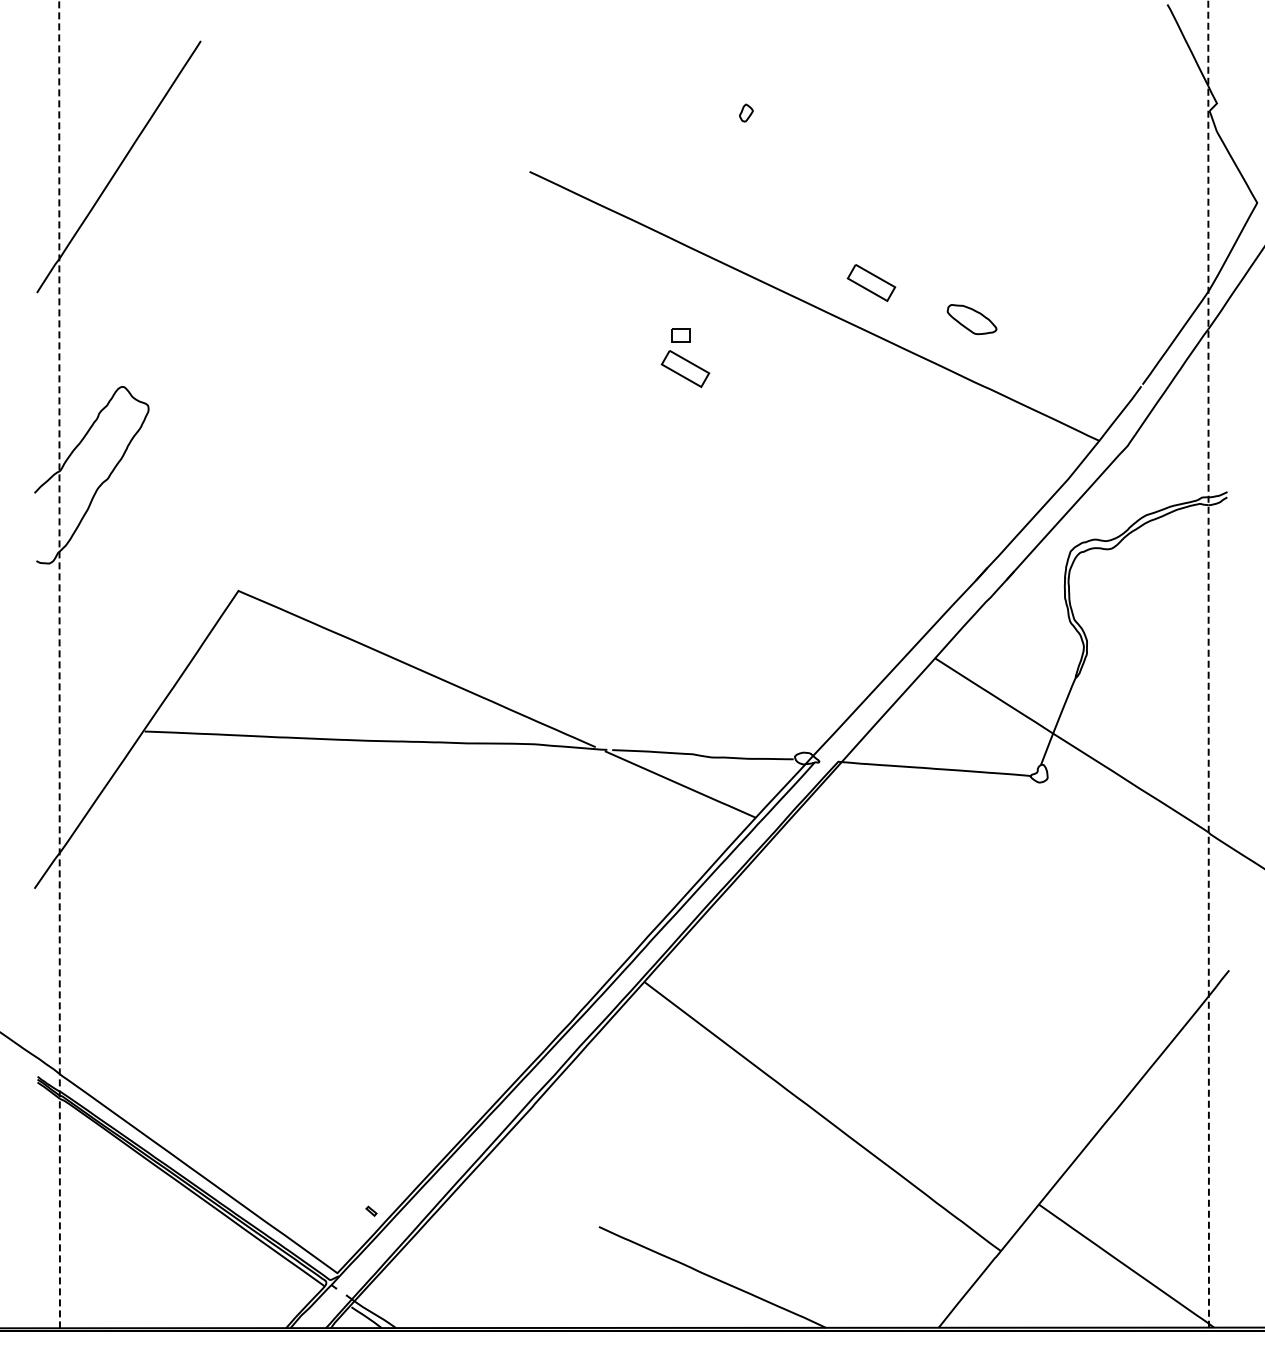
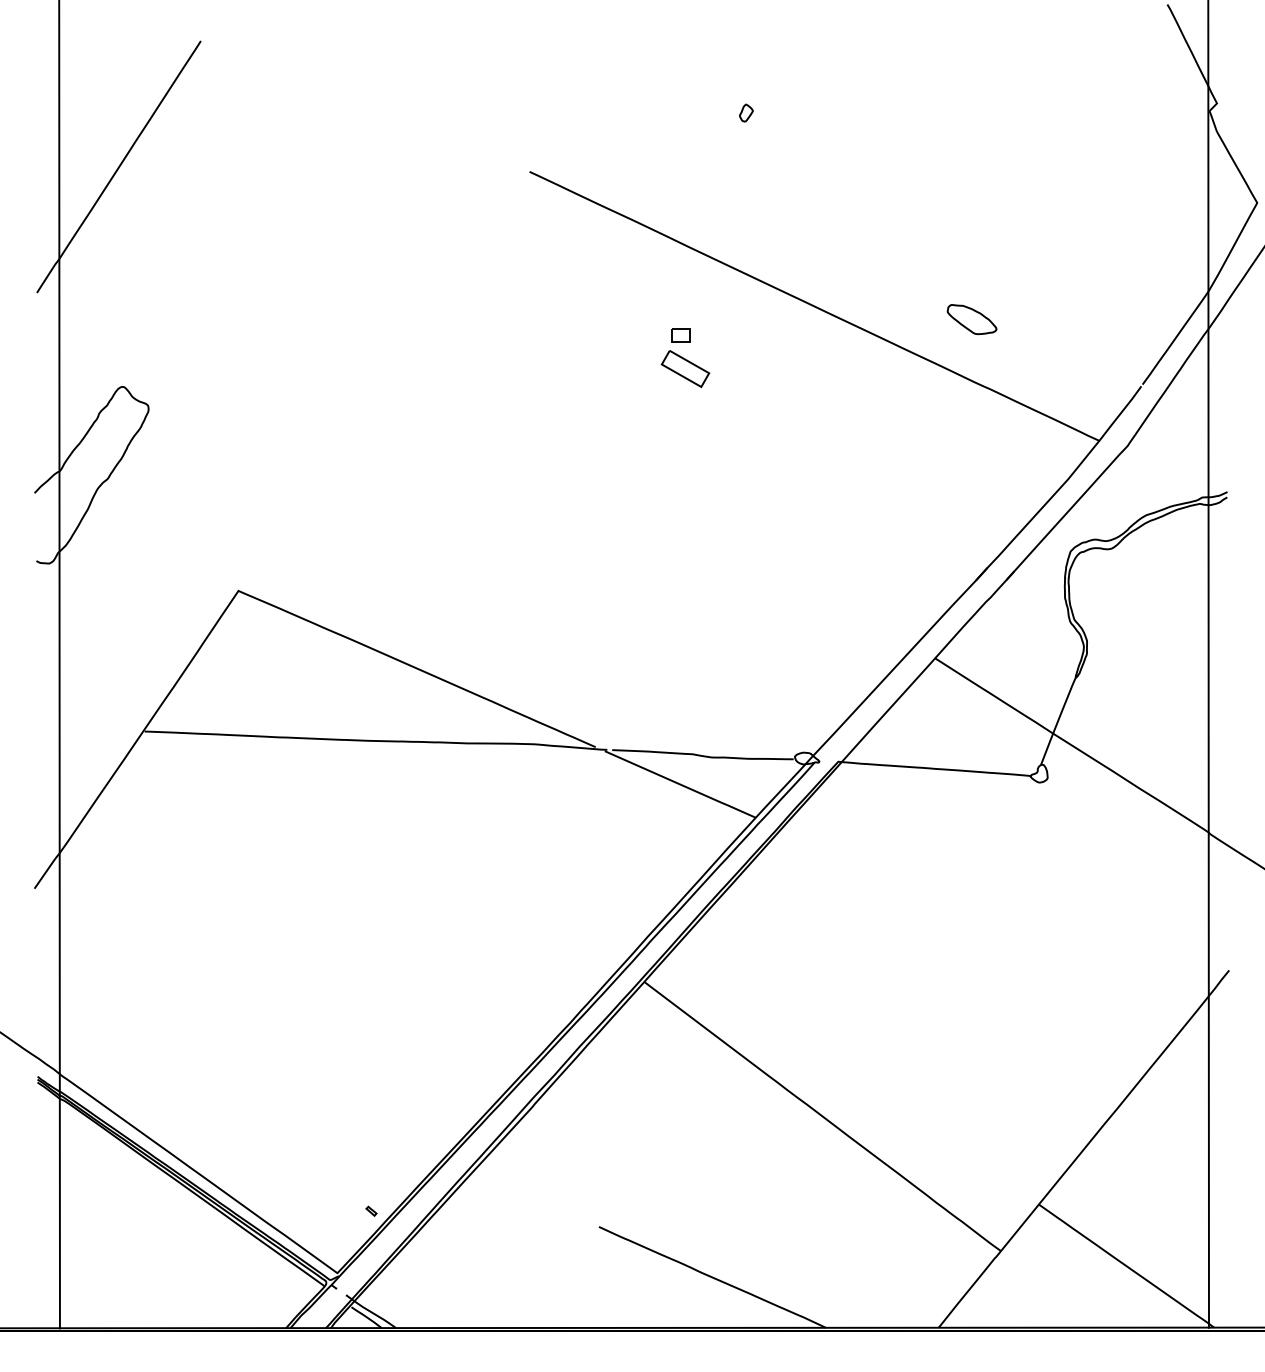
part at (871, 282): present -> none
line at (1208, 663): dashed -> solid
line at (59, 664): dashed -> solid
